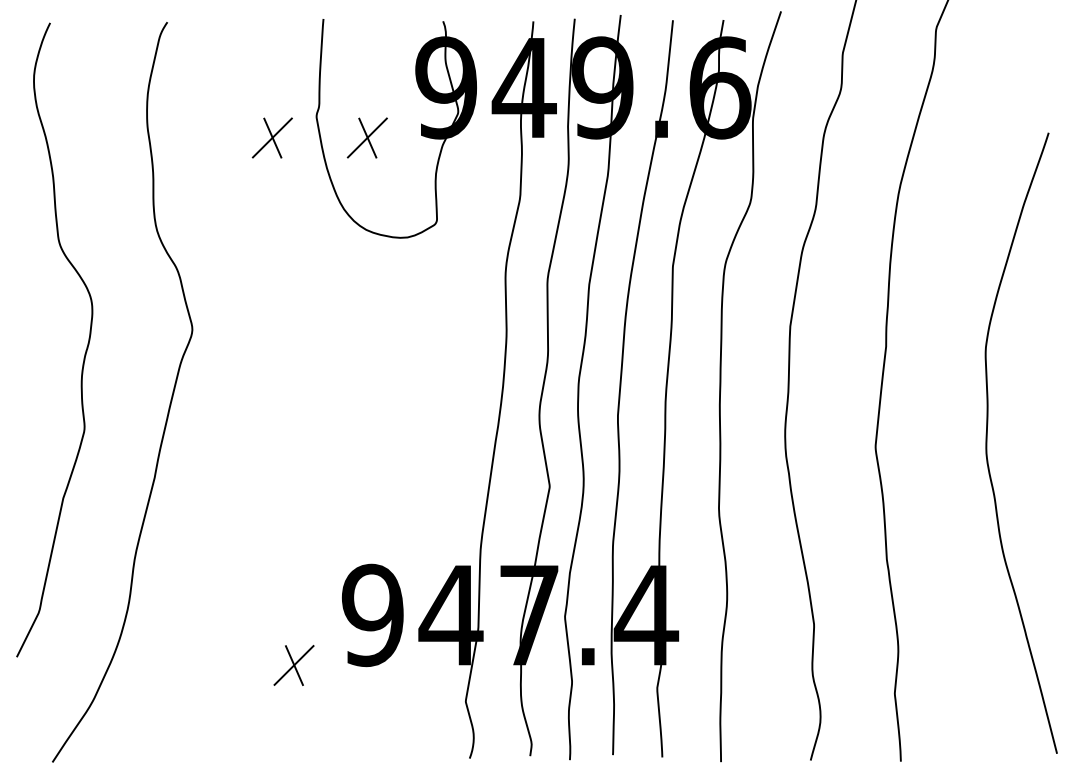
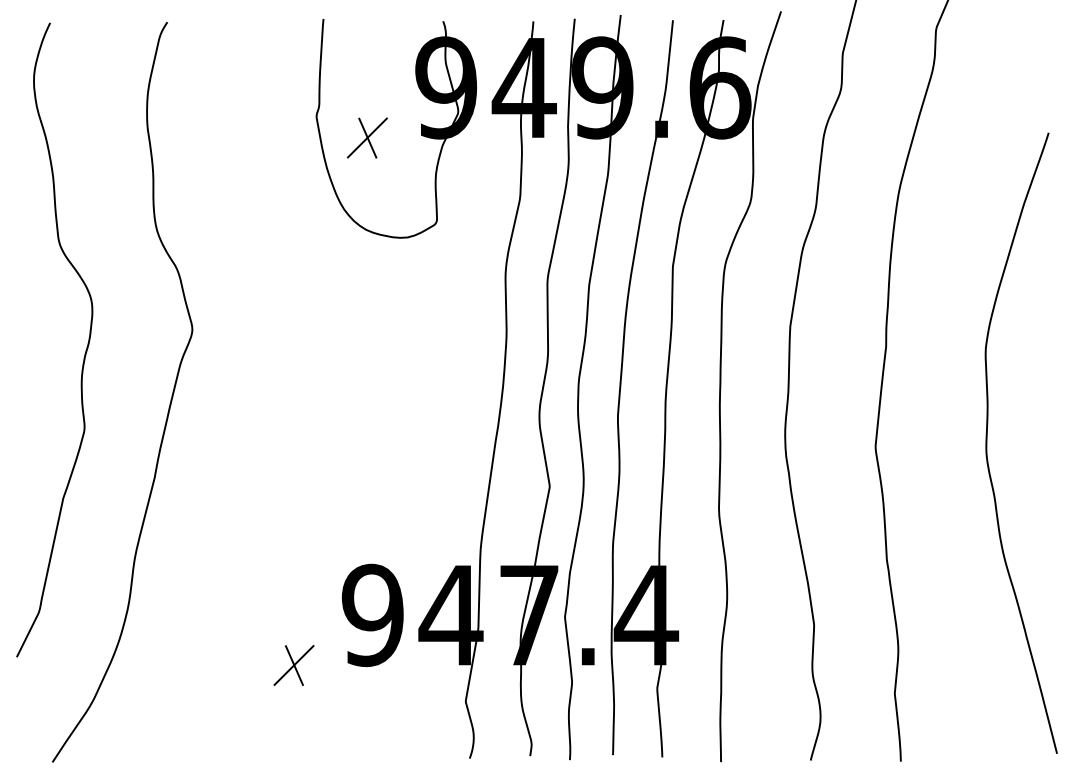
part at (271, 137): present -> none
